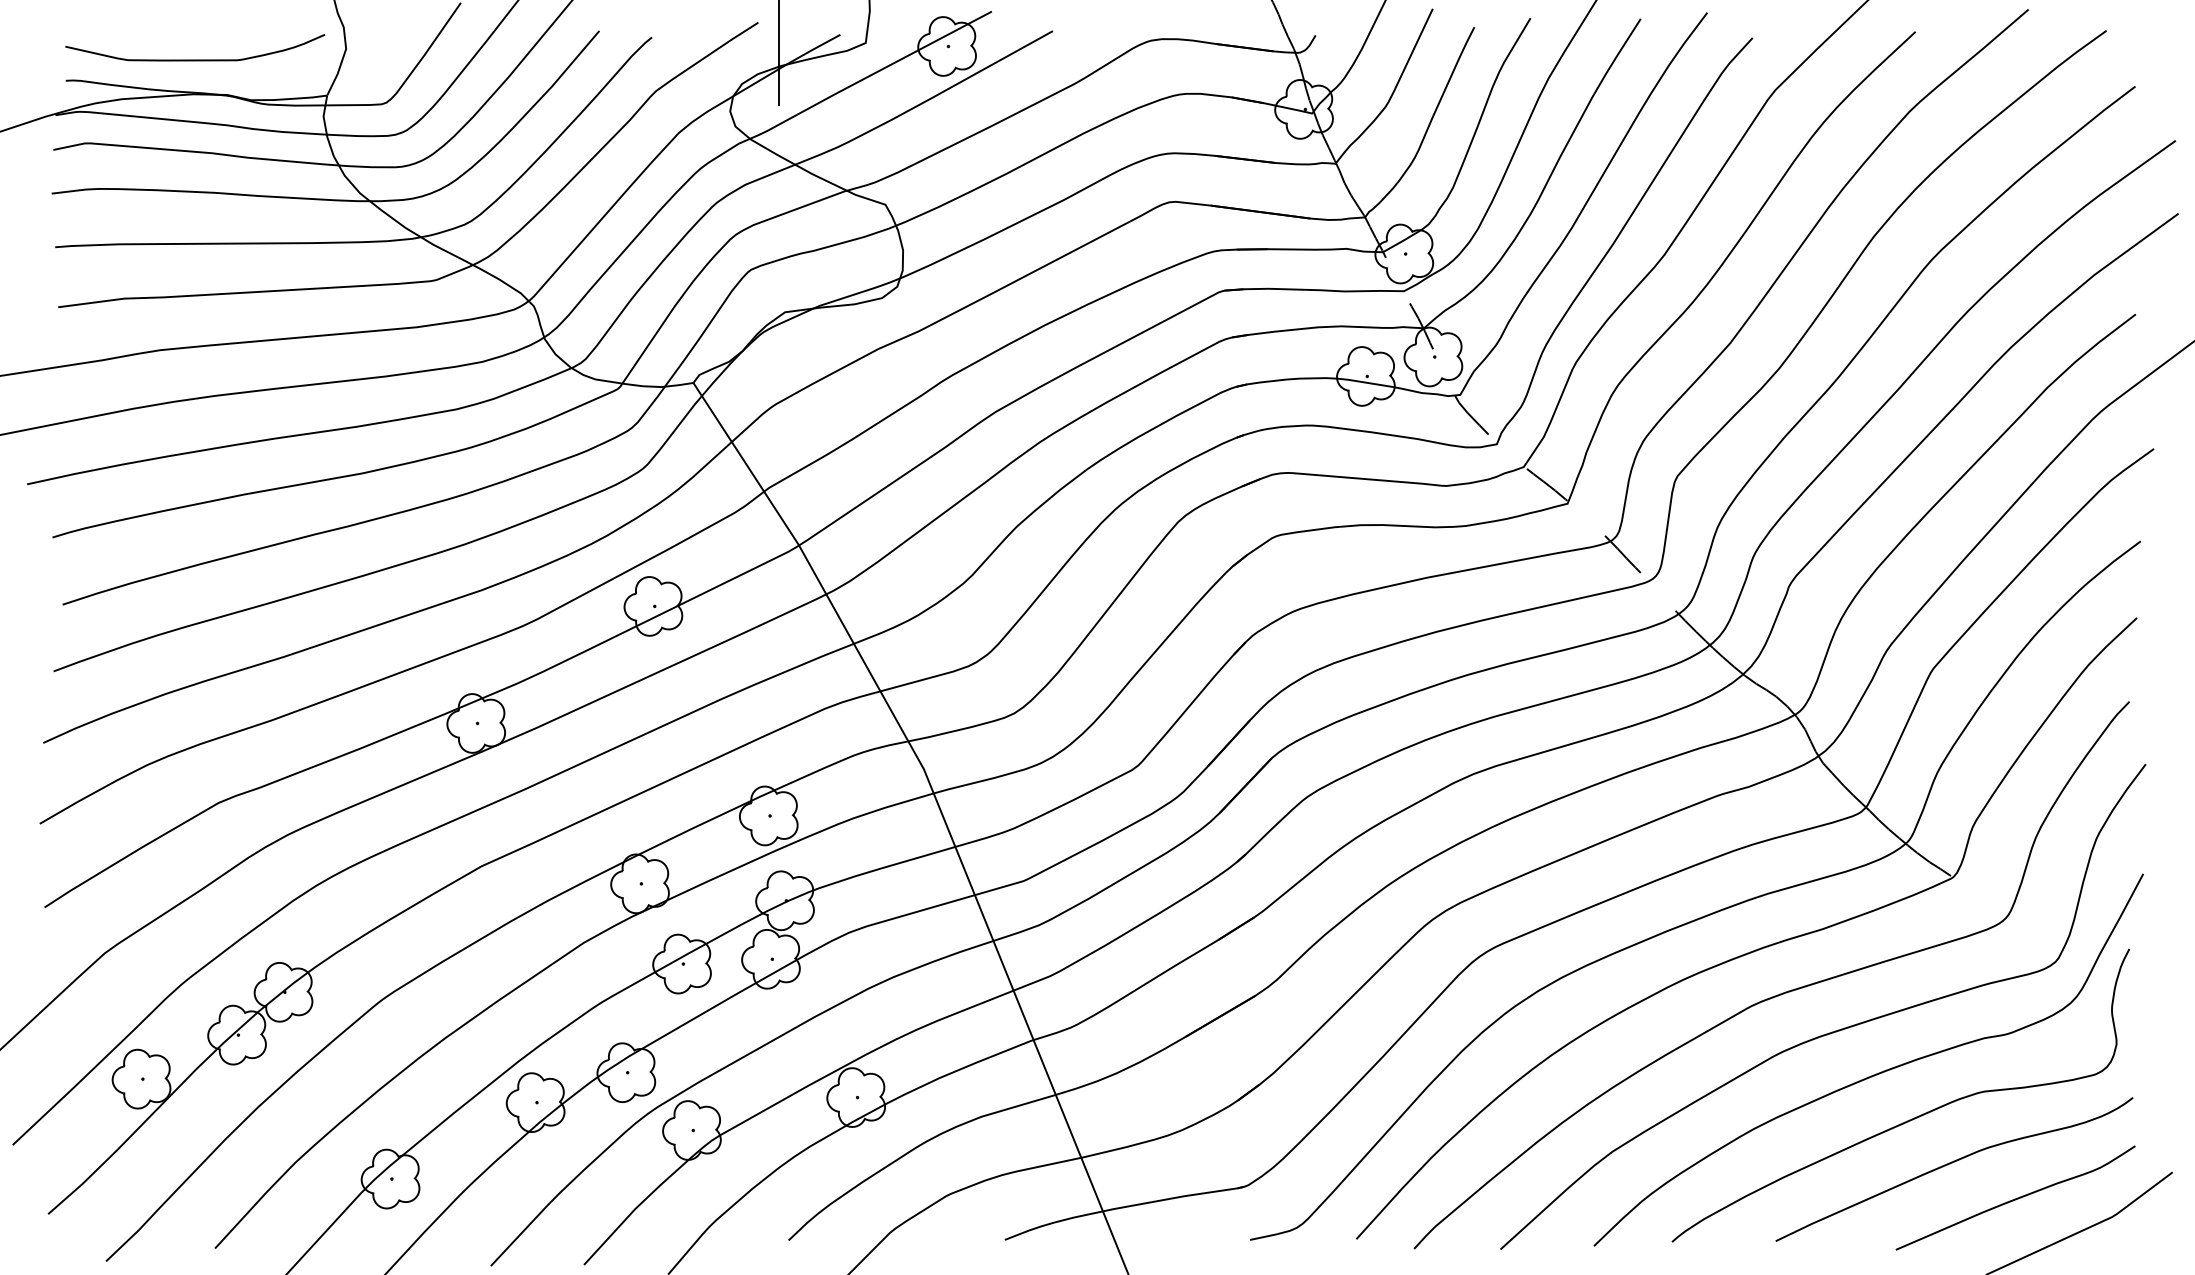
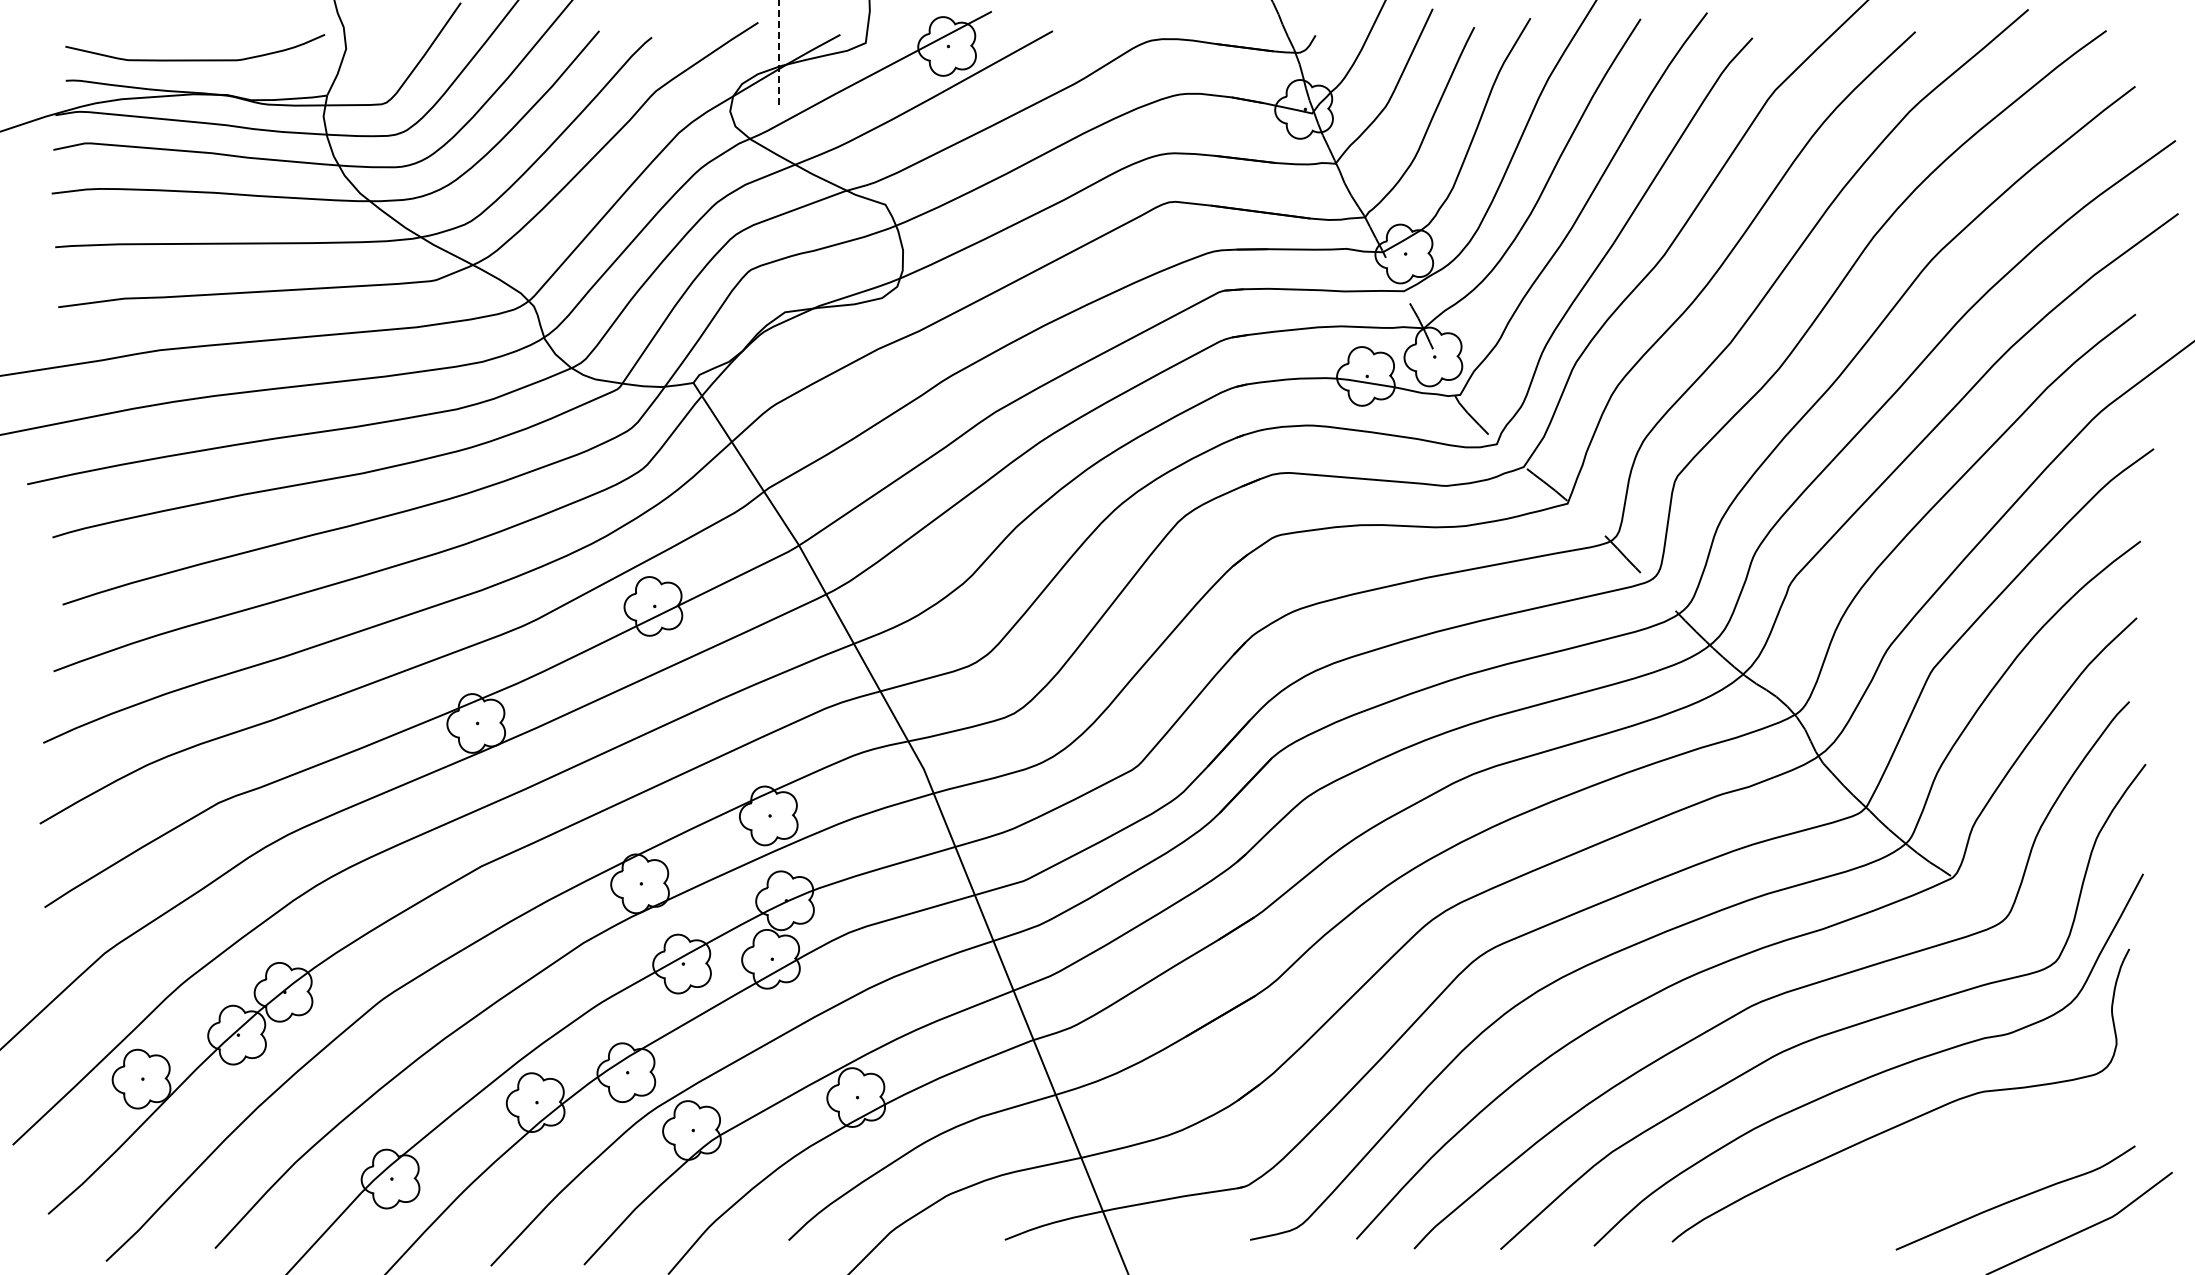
line at (779, 53): solid -> dashed
curve at (1952, 1163): present -> none
